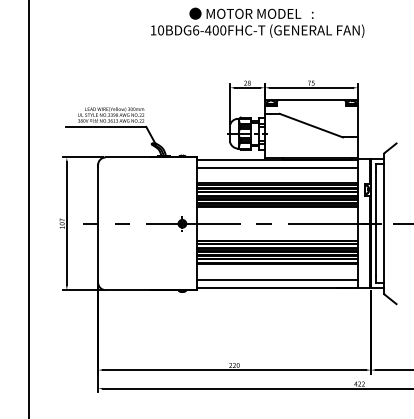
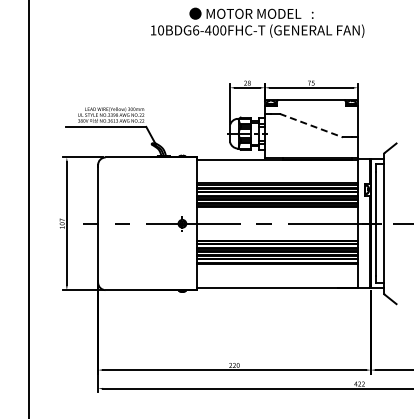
line at (311, 125): solid -> dashed
line at (277, 167): present -> none
line at (277, 279): present -> none
